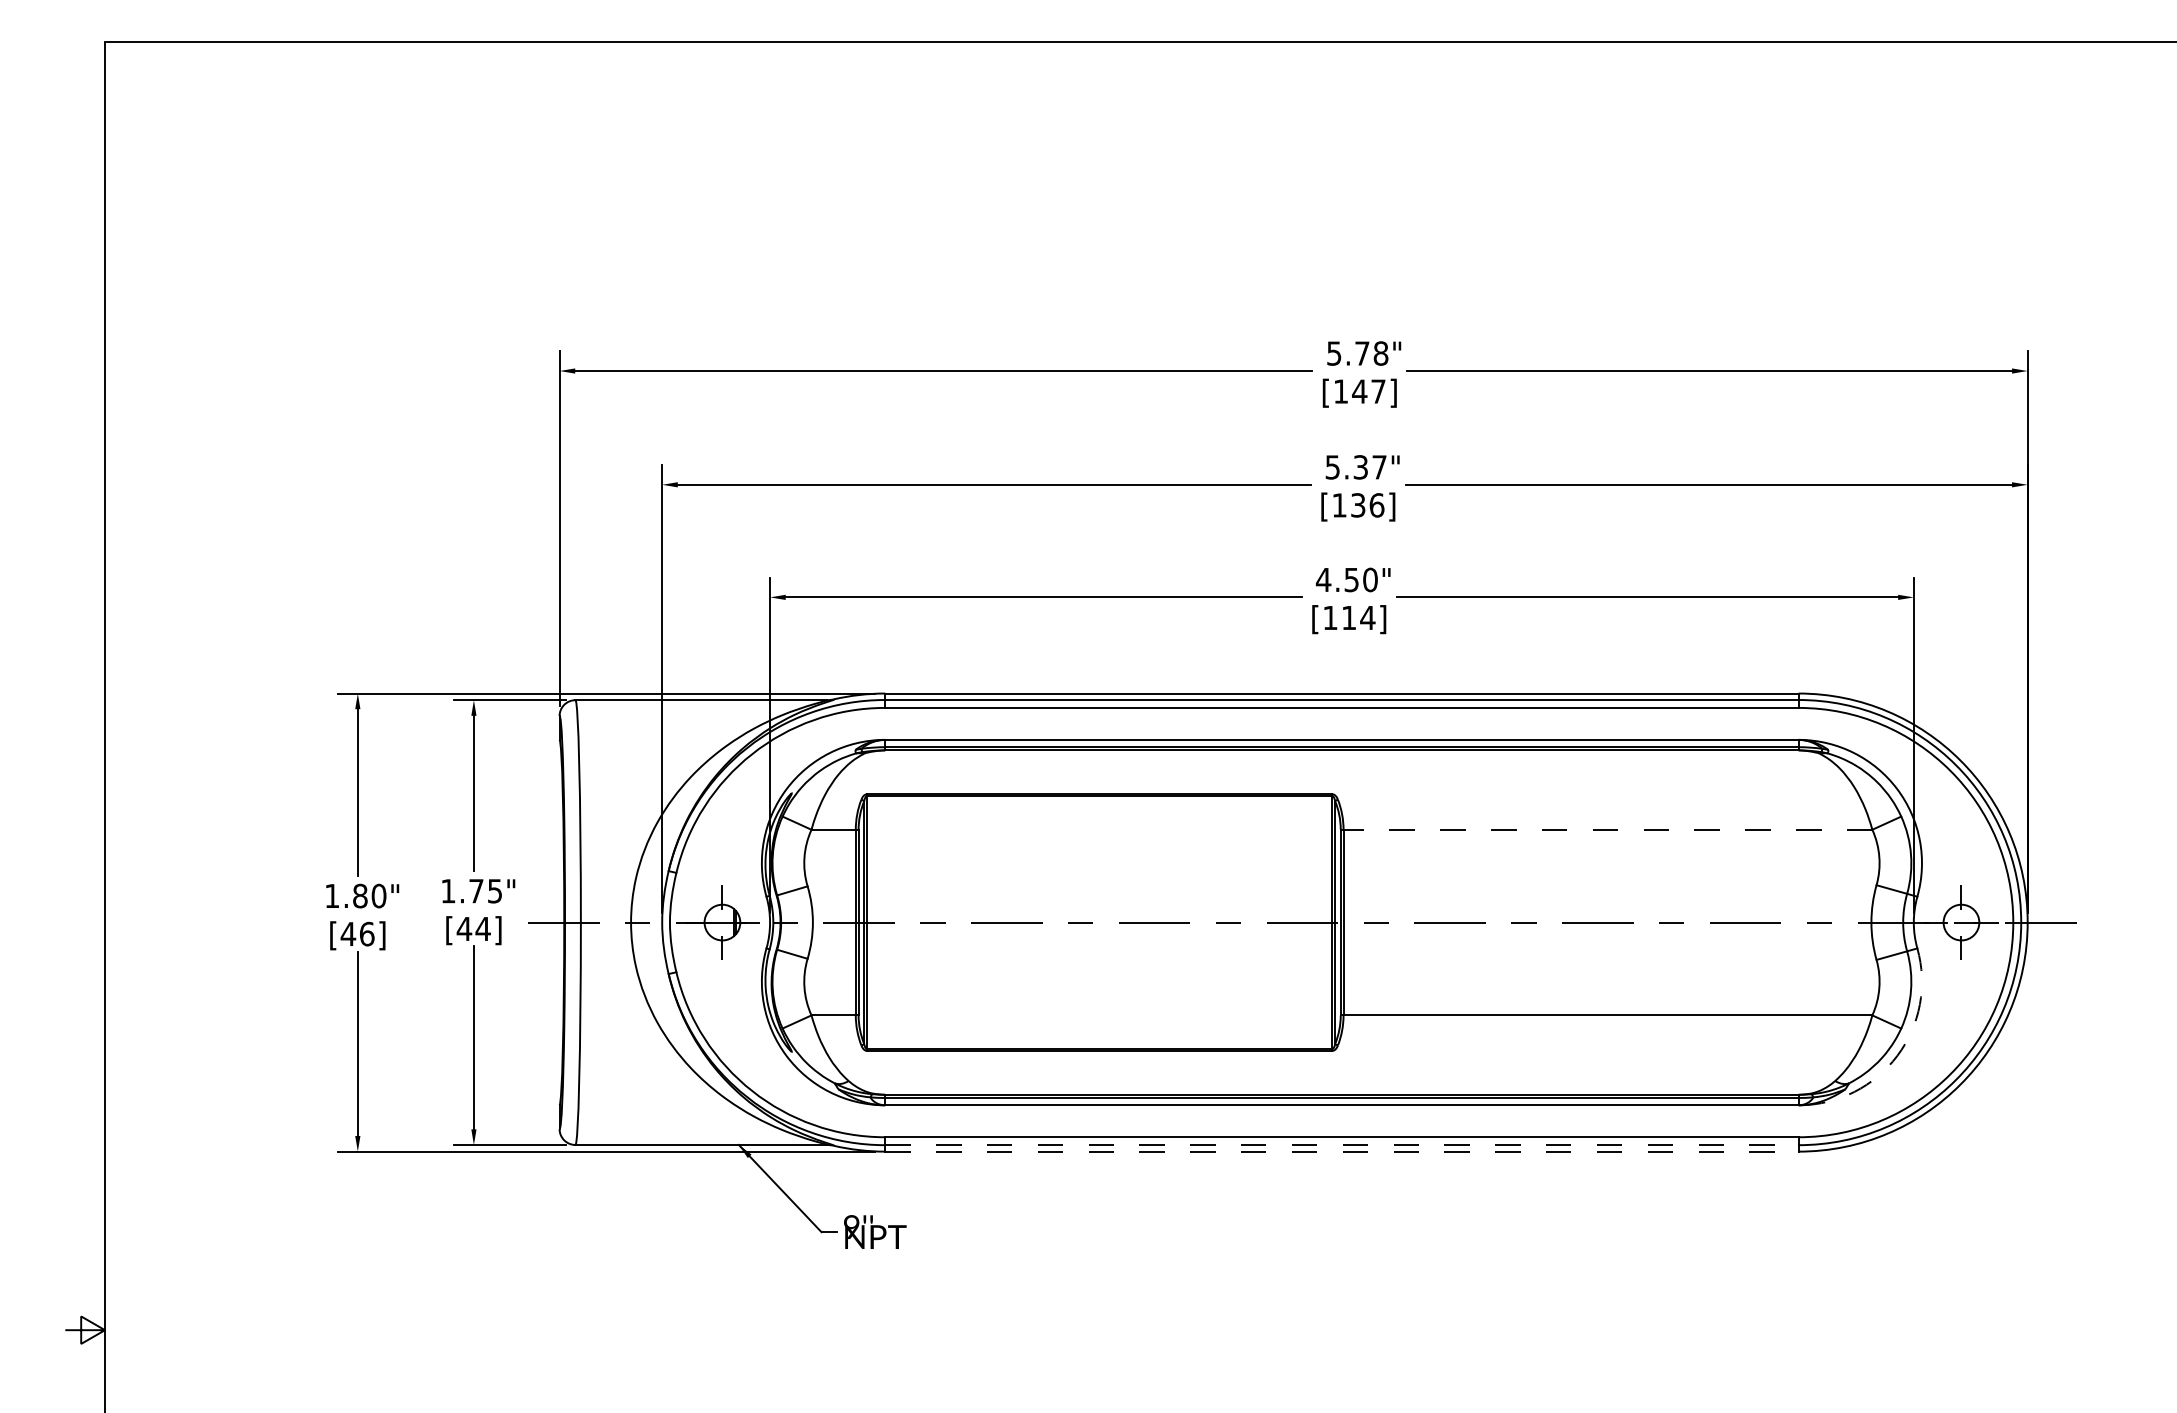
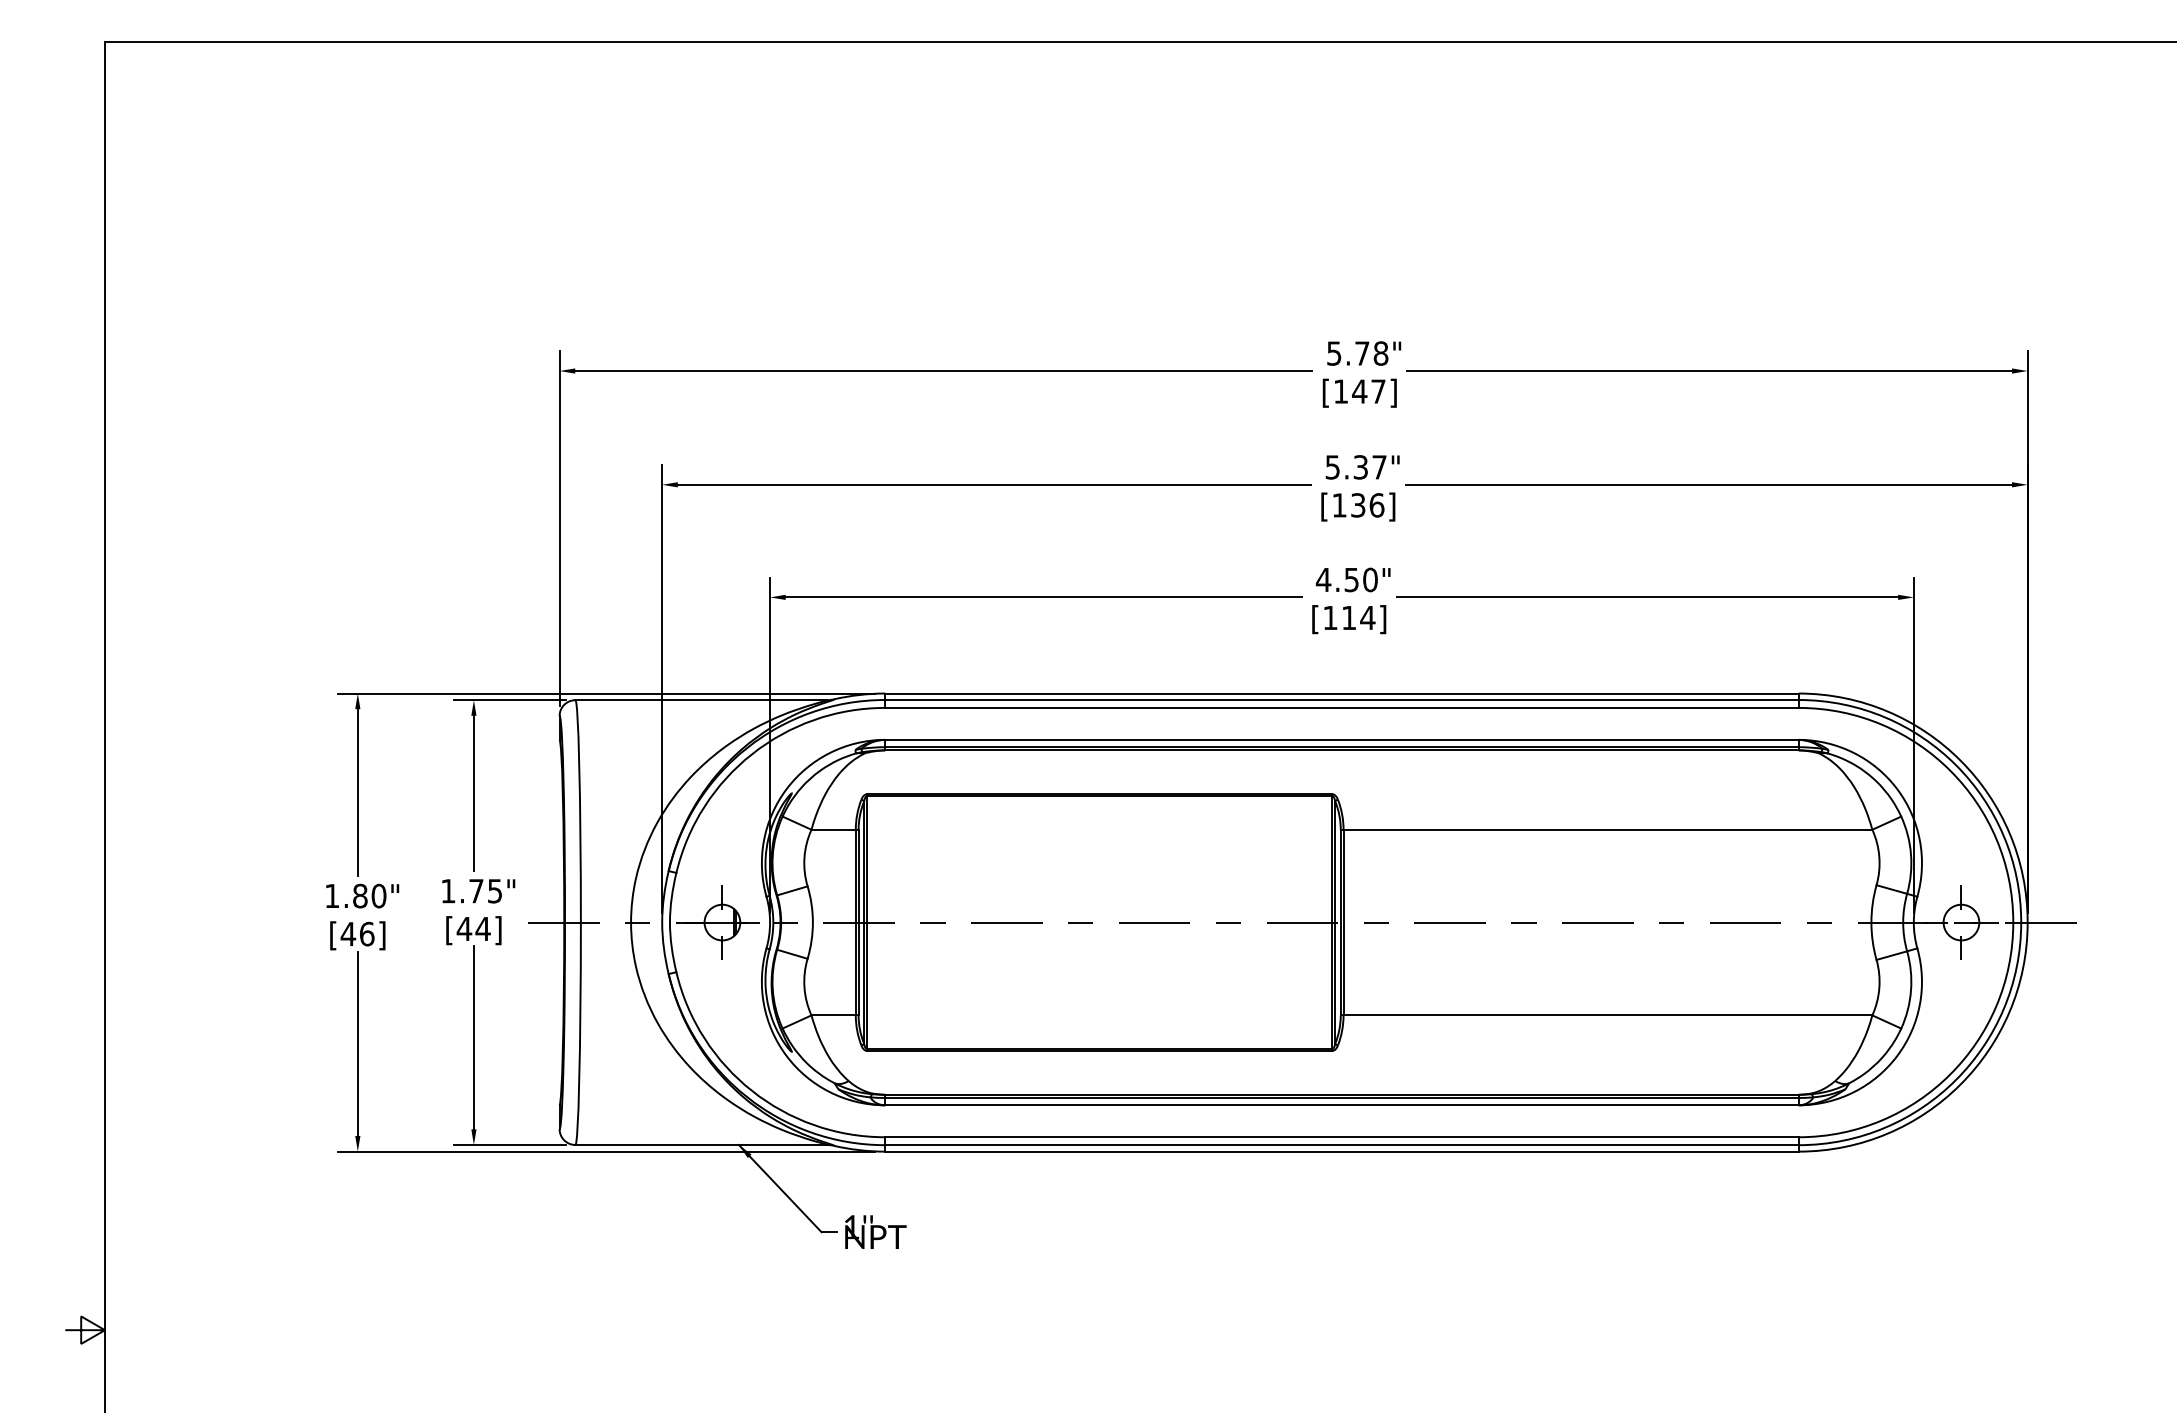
line at (1607, 829): dashed -> solid
arc at (1897, 1055): dashed -> solid
line at (1341, 1145): dashed -> solid
line at (1341, 1151): dashed -> solid
text at (851, 1227): 9'' -> 1''
